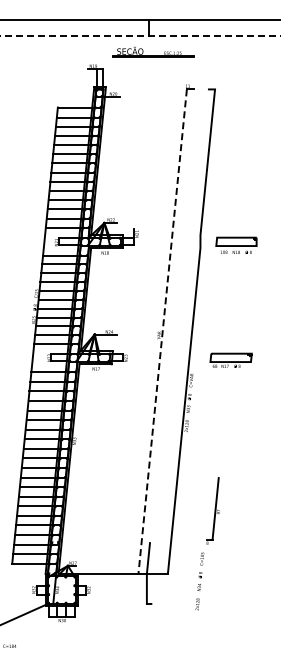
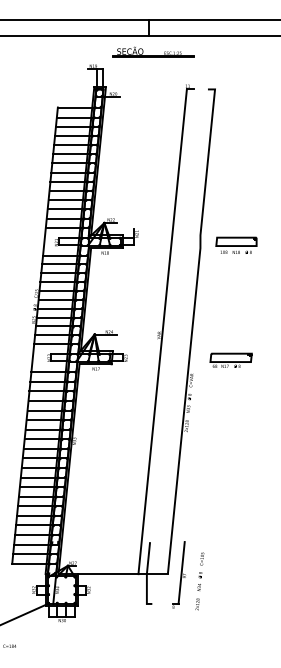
line at (140, 36): dashed -> solid
line at (162, 331): dashed -> solid
part at (212, 510) position: (212, 510) -> (178, 574)
